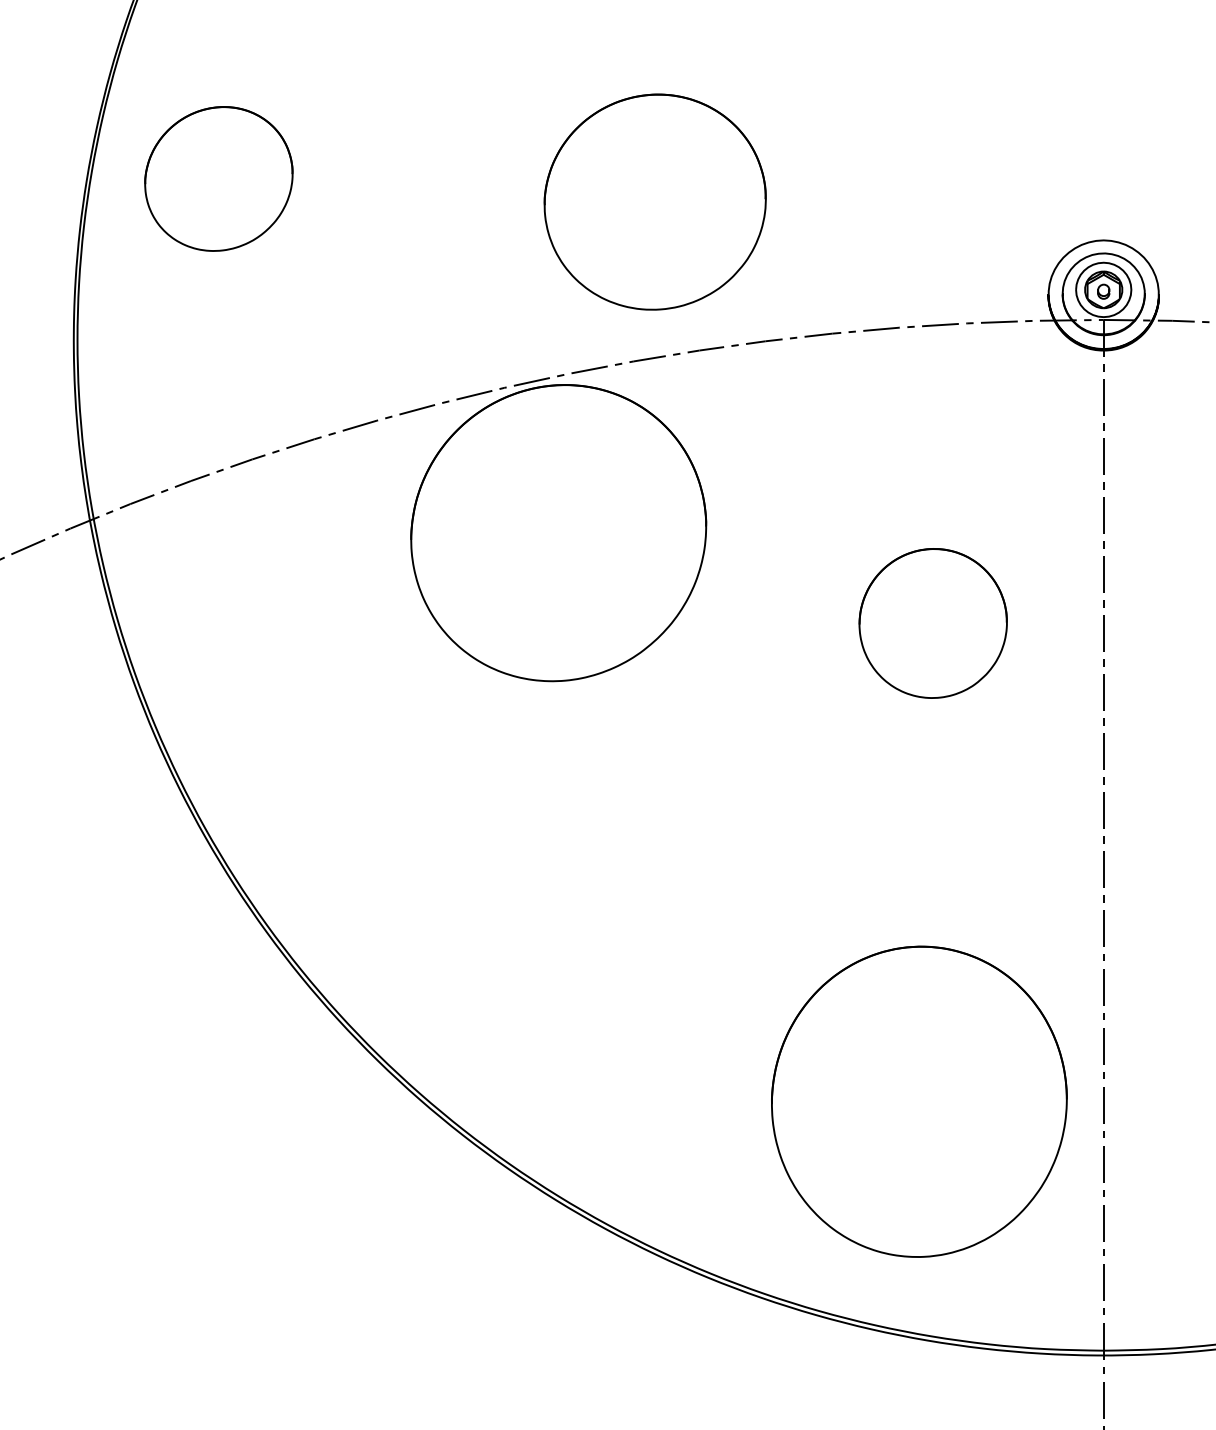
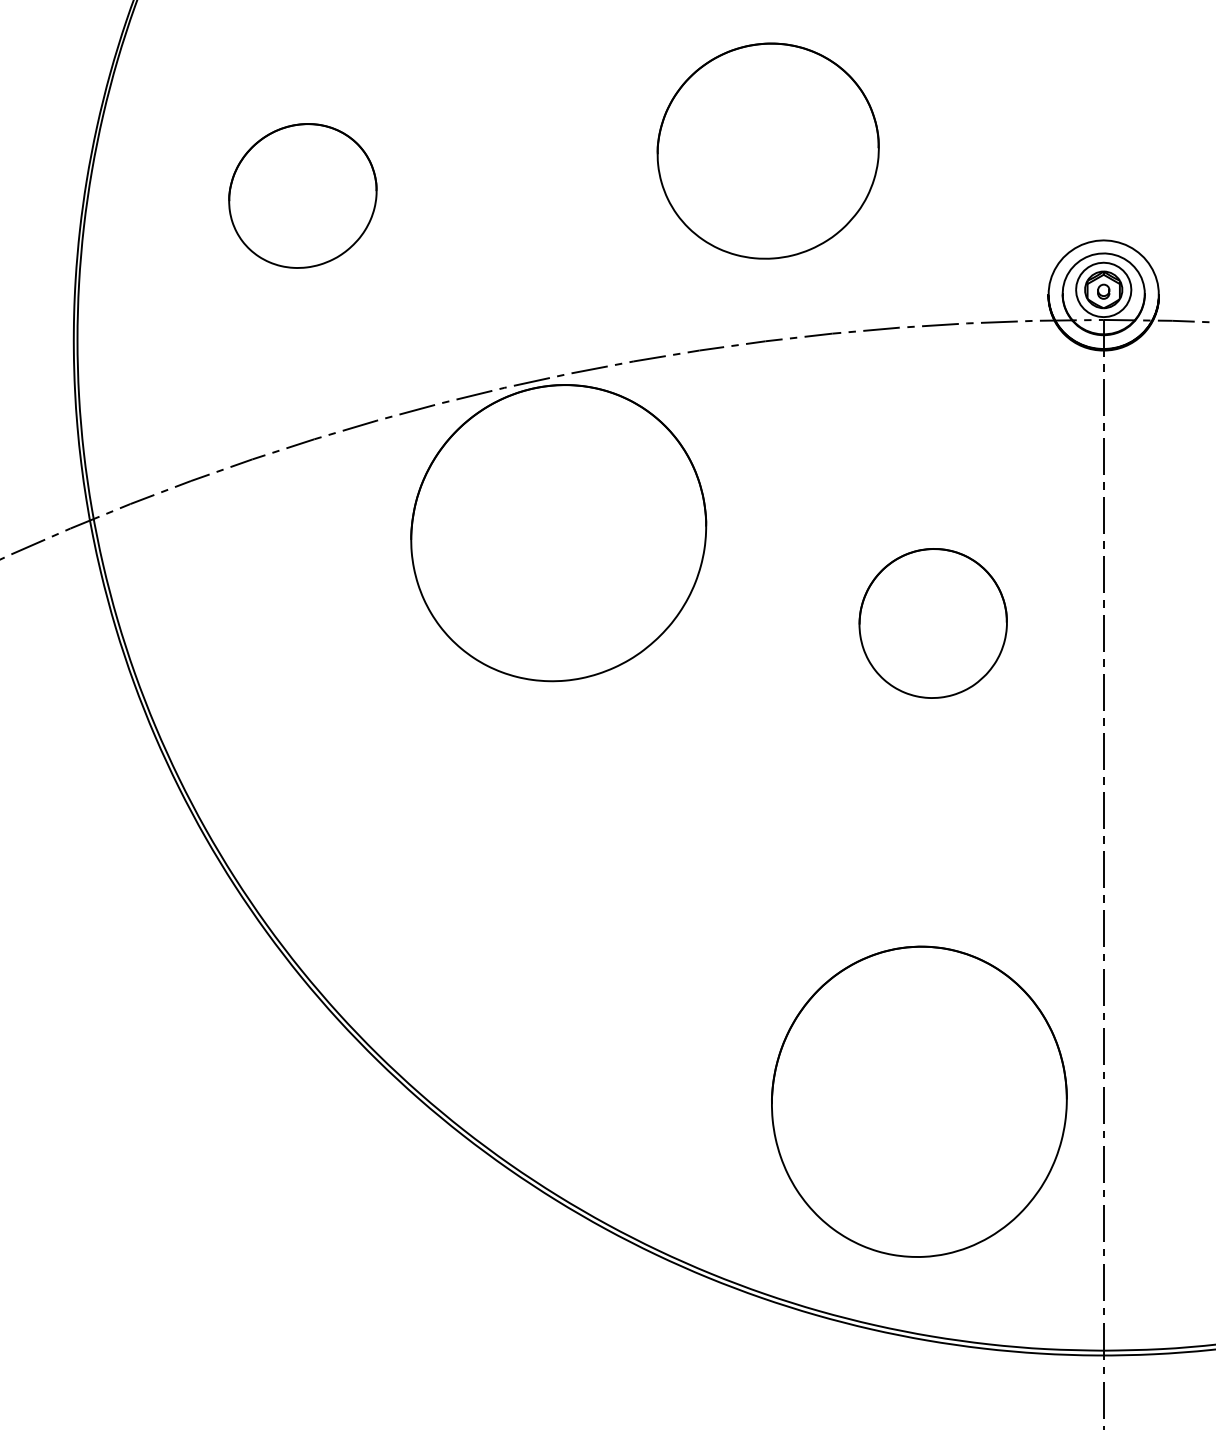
part at (218, 178) position: (218, 178) -> (302, 195)
part at (654, 201) position: (654, 201) -> (767, 150)
